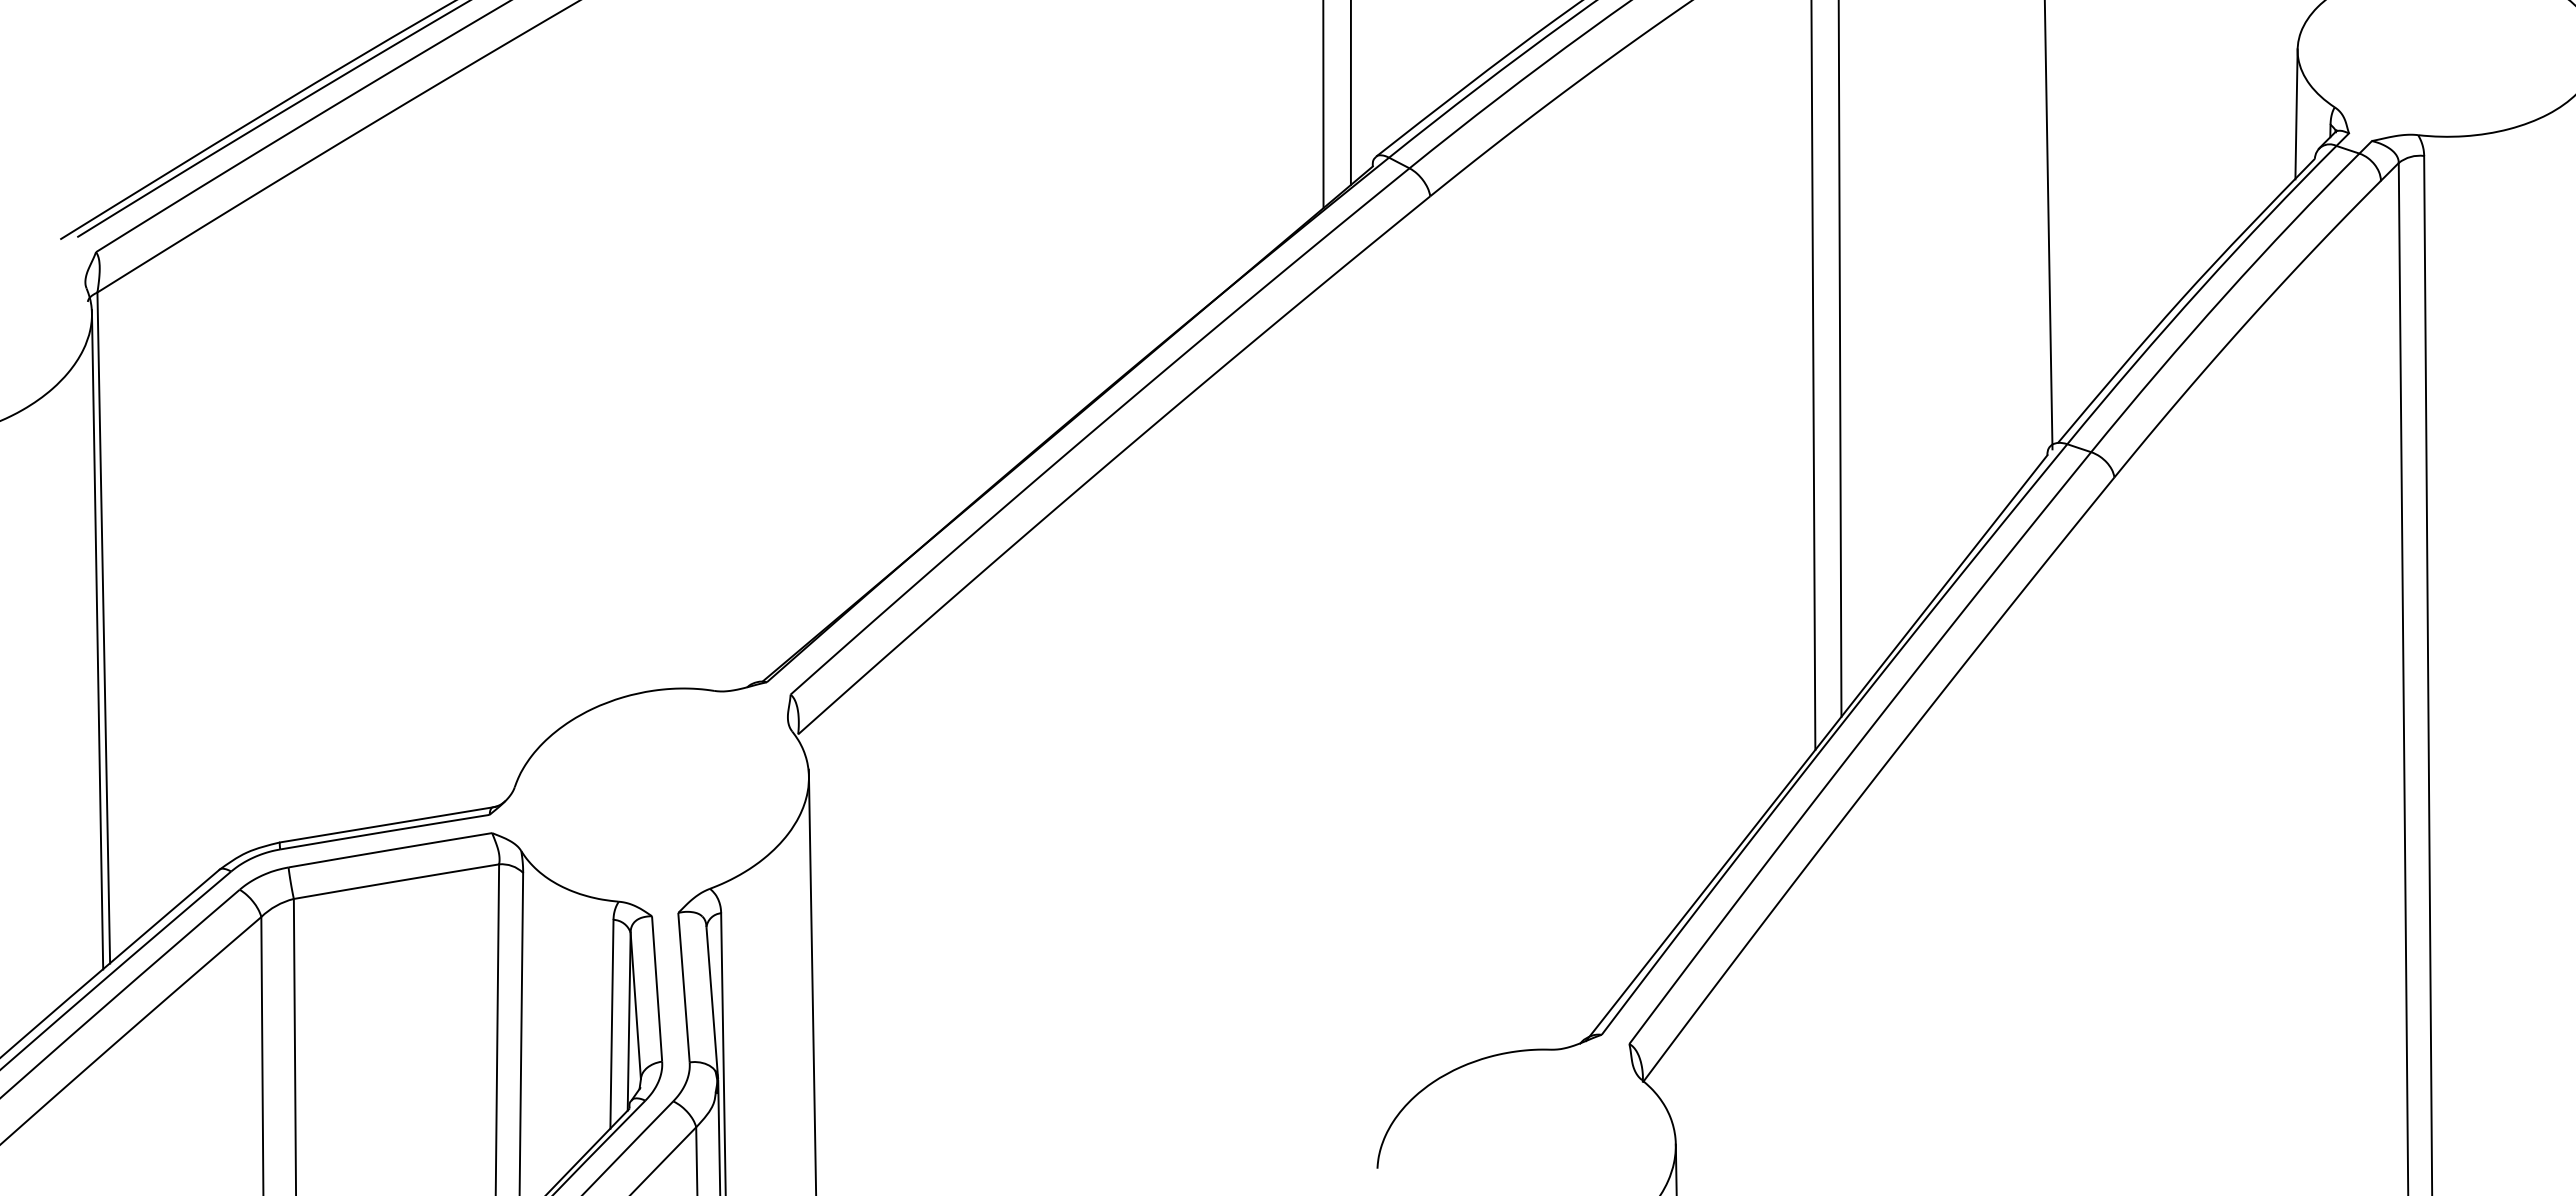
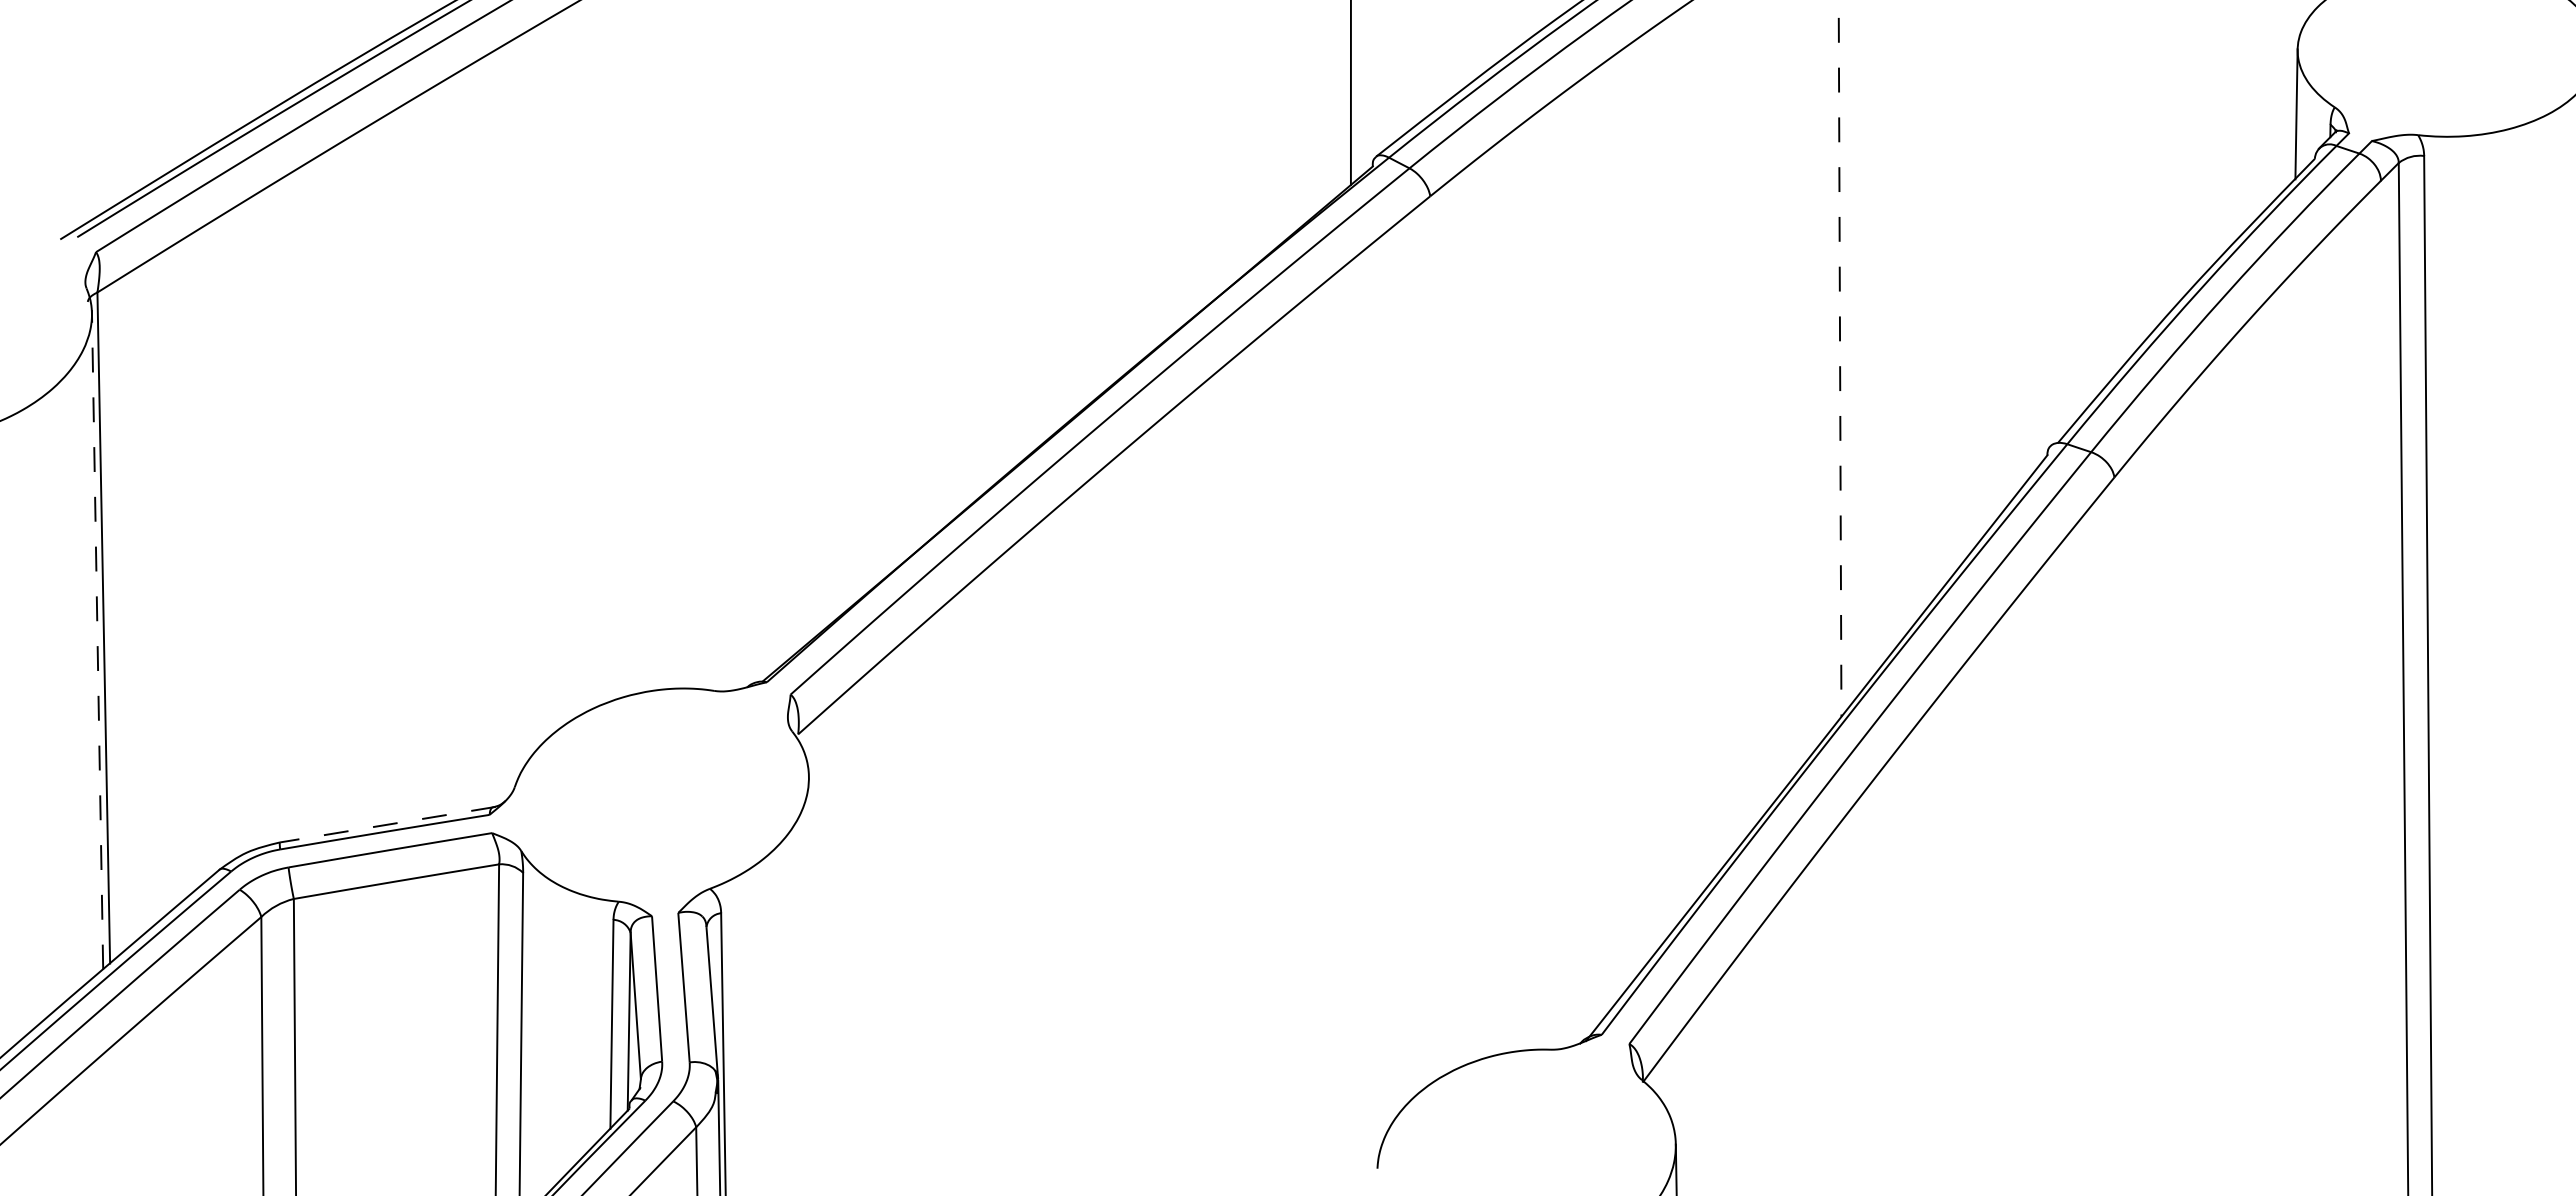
line at (1323, 105): present -> none
line at (2048, 225): present -> none
line at (1840, 359): solid -> dashed
line at (1813, 375): present -> none
line at (97, 639): solid -> dashed
line at (387, 824): solid -> dashed
line at (812, 980): present -> none
